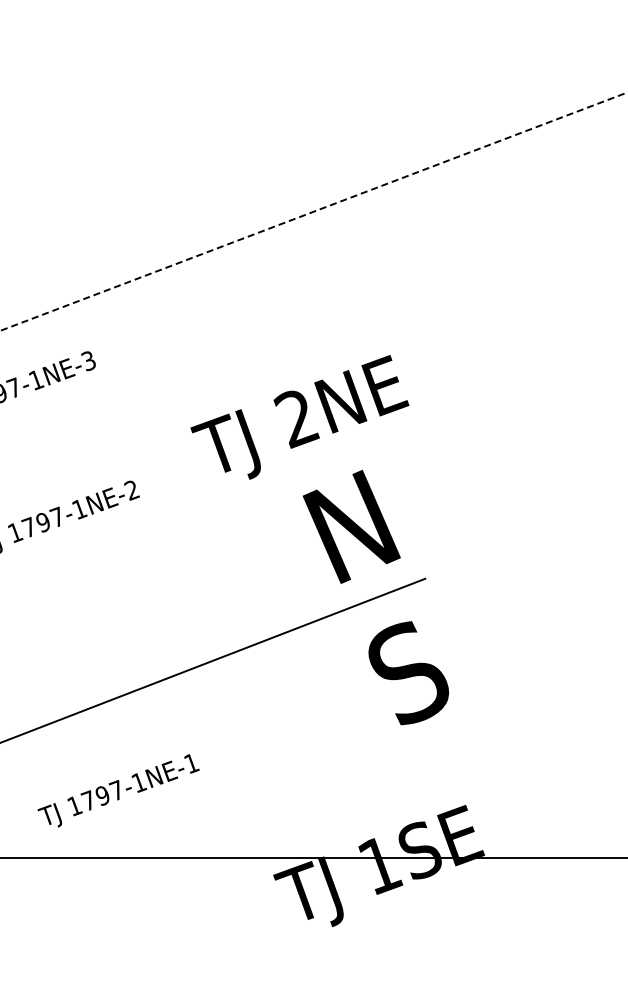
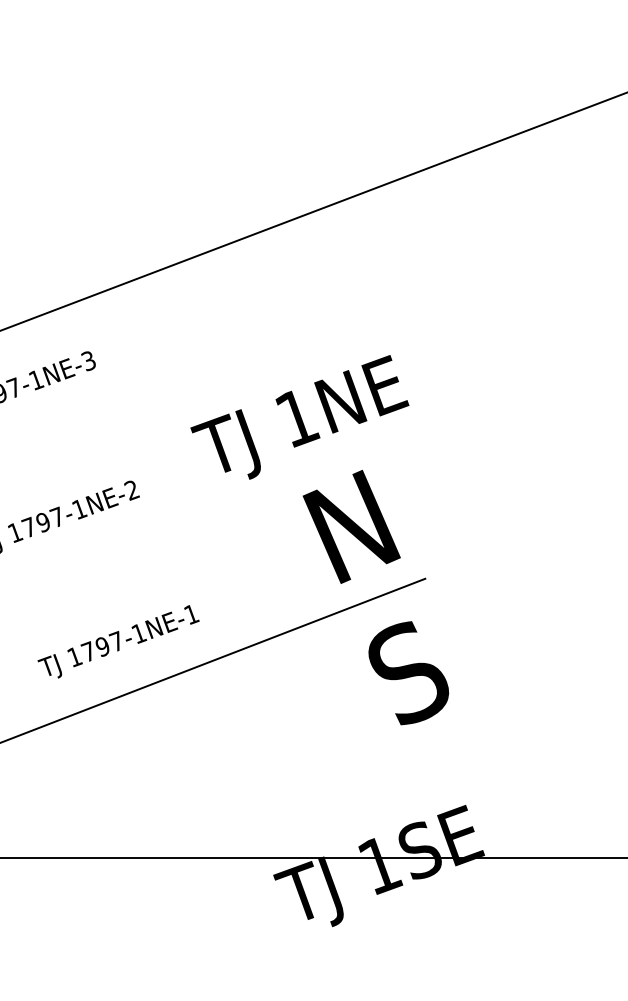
line at (314, 211): dashed -> solid
text at (296, 419): 2NE -> 1NE
text at (118, 790) position: (118, 790) -> (118, 641)
